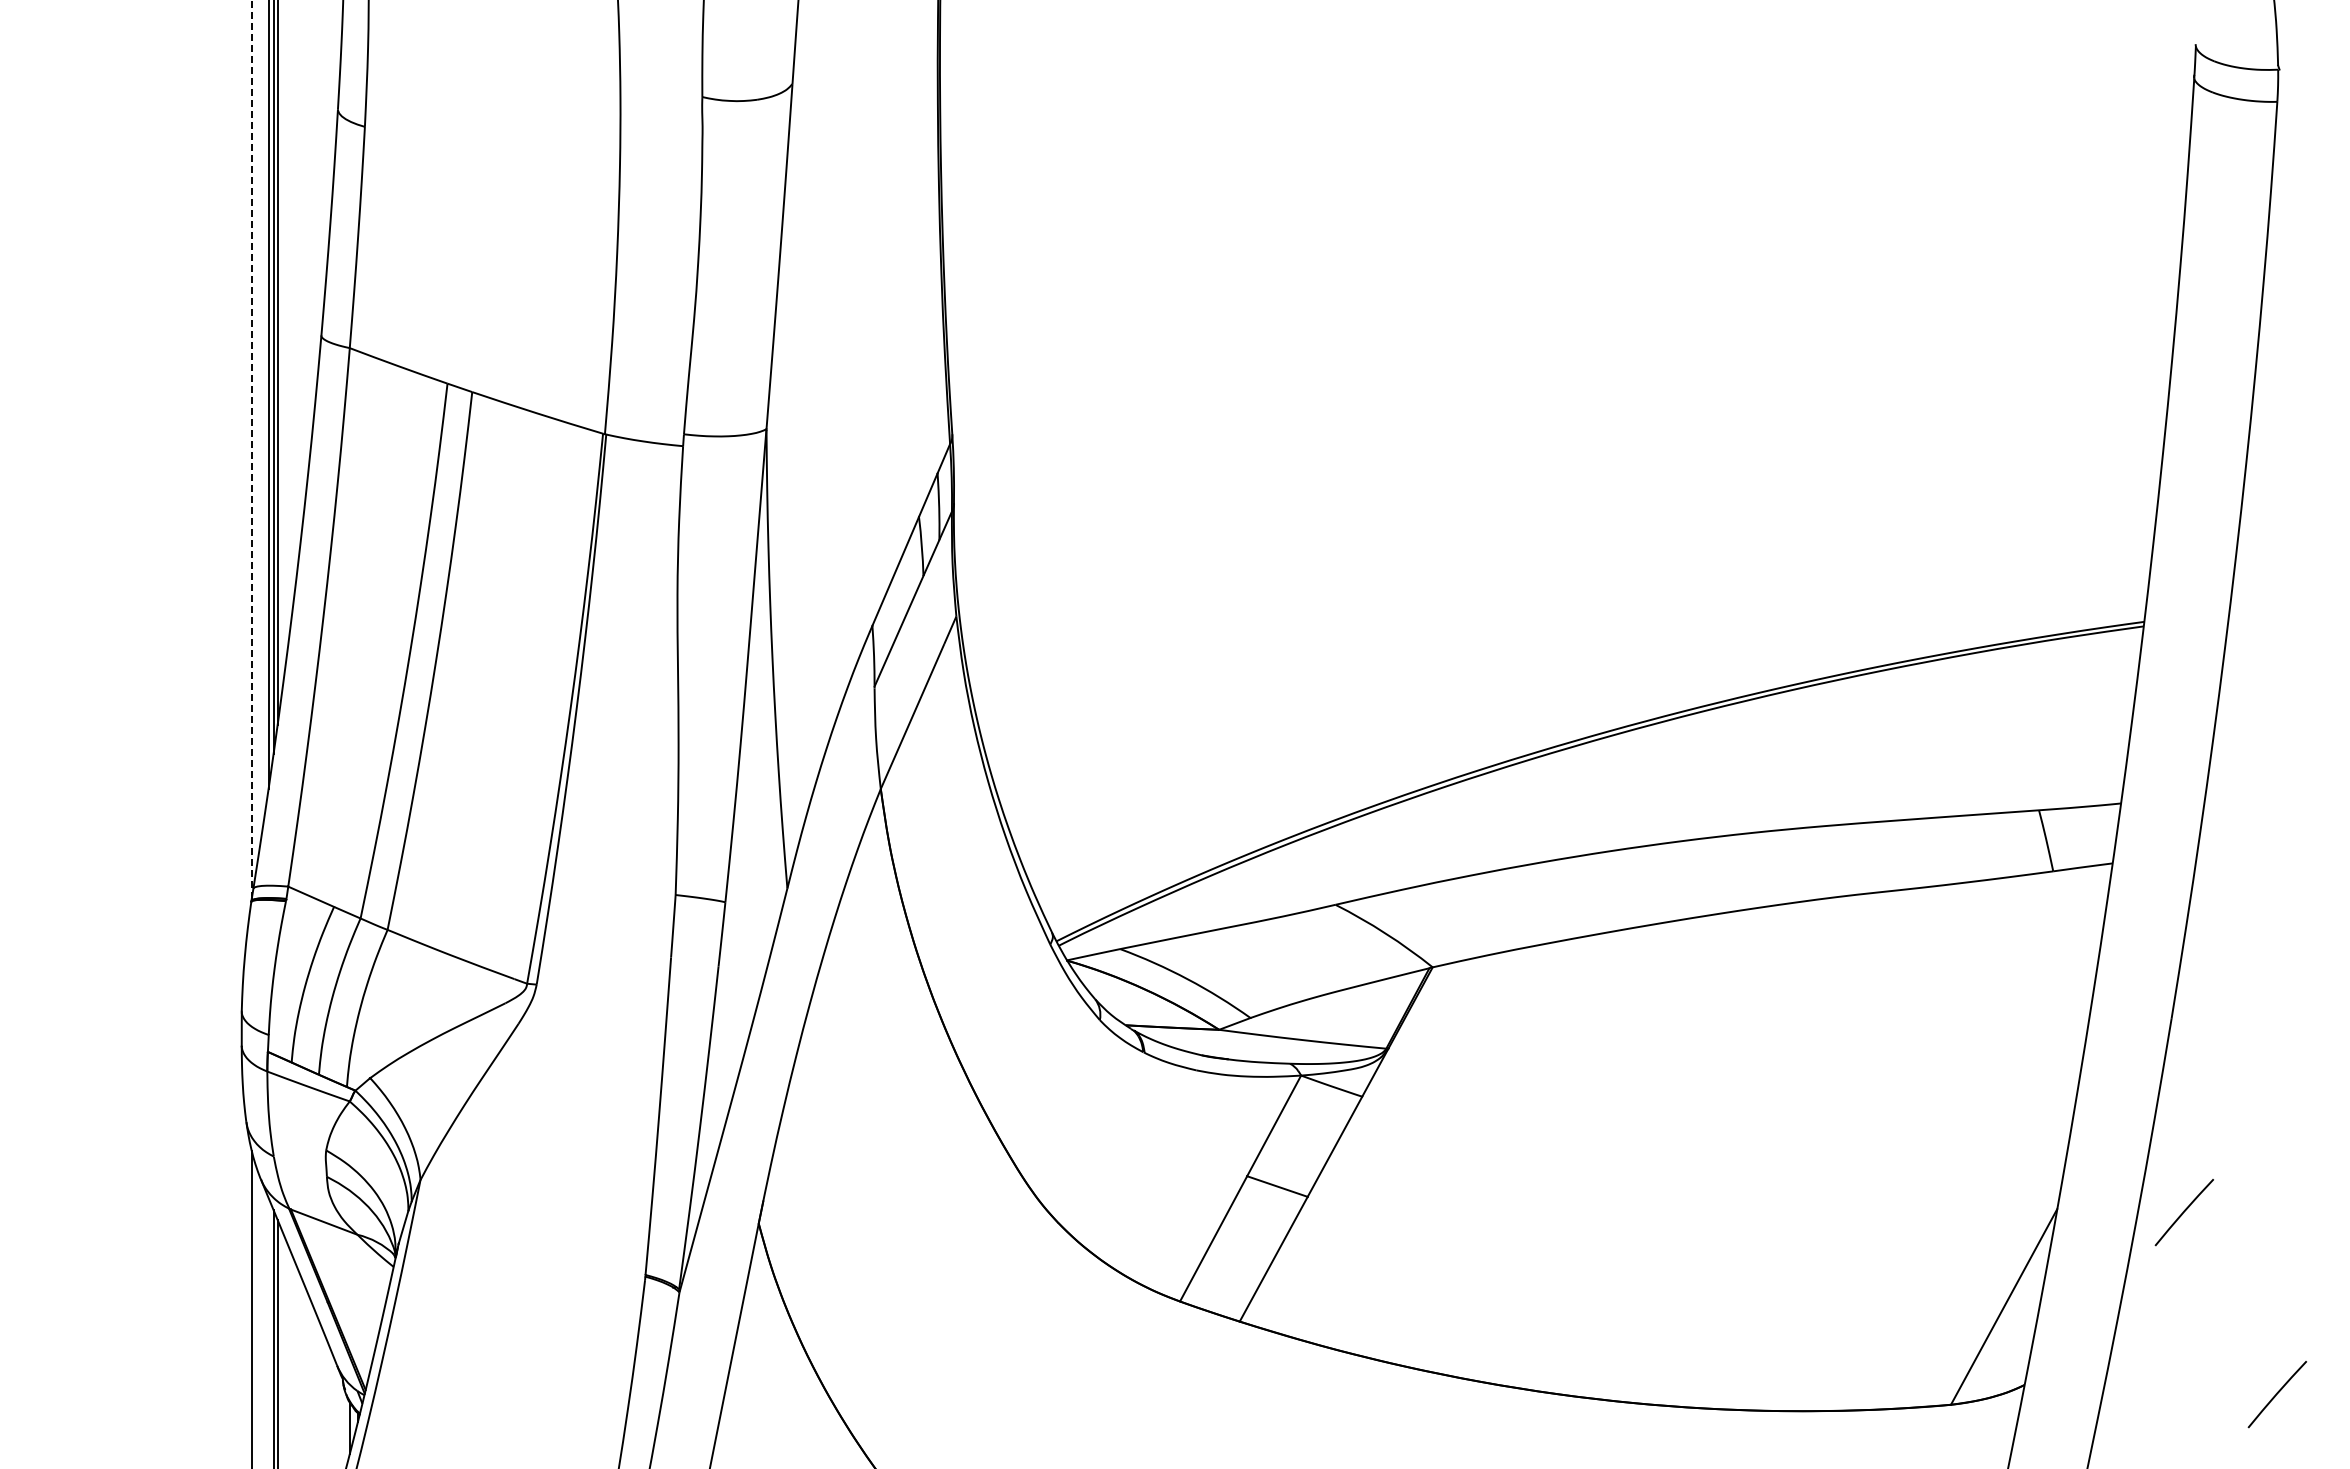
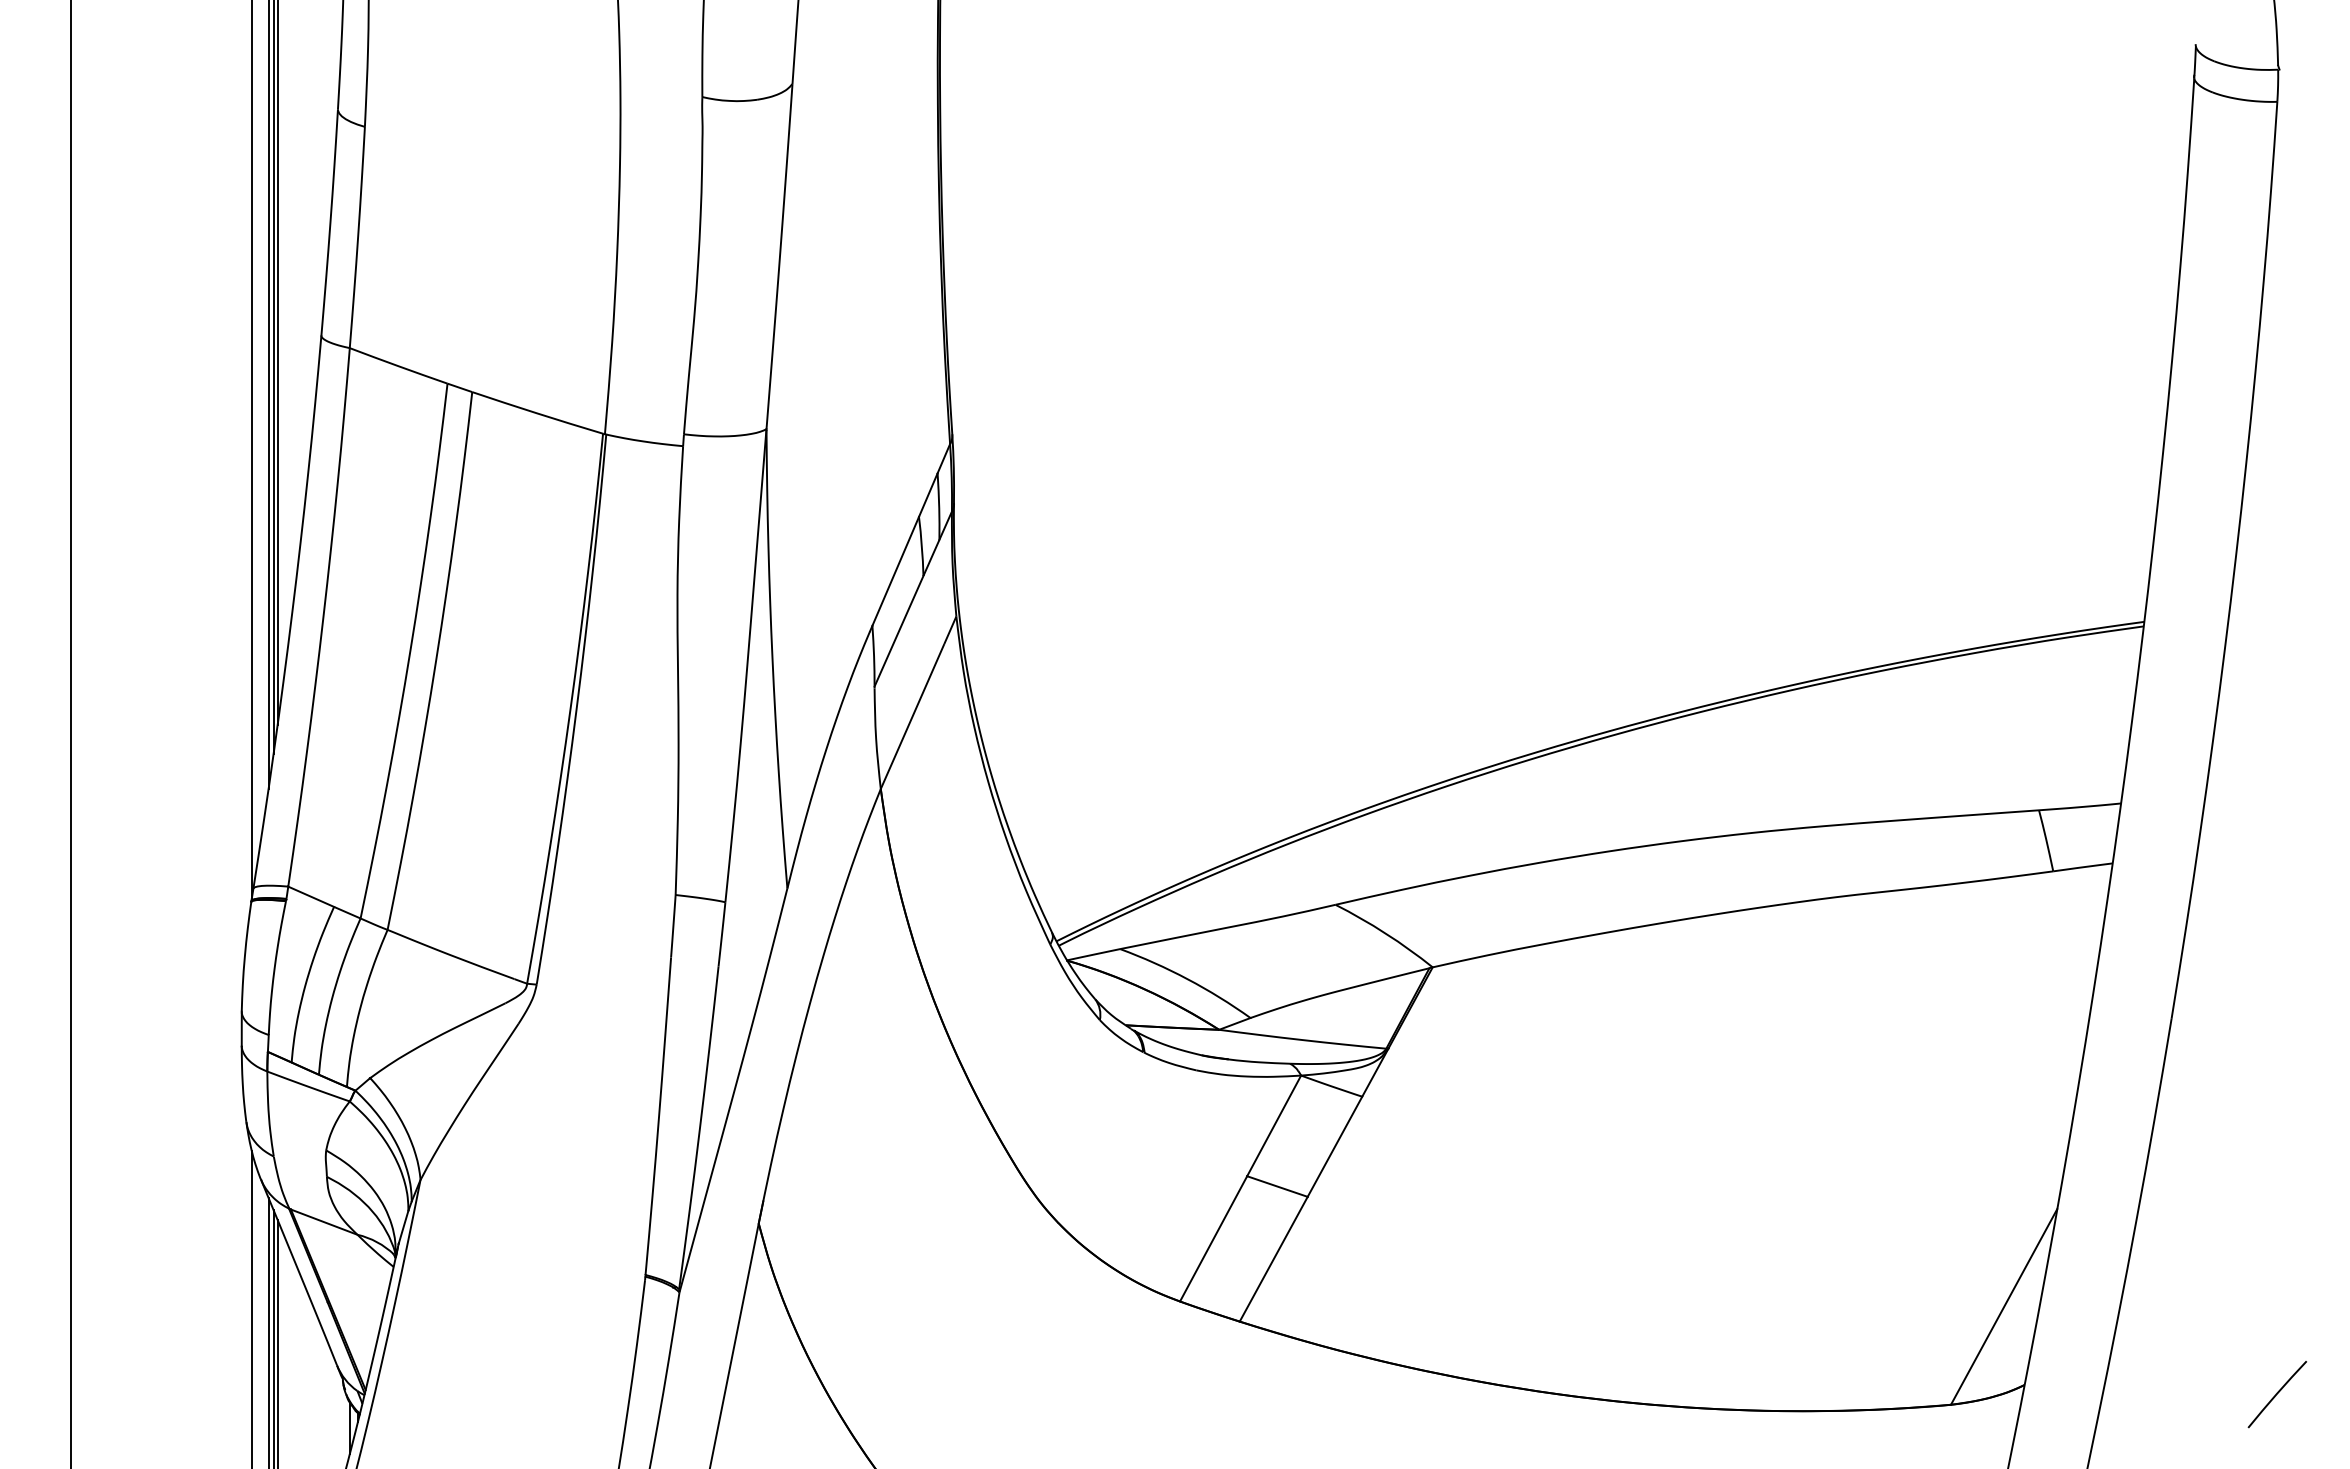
line at (251, 449): dashed -> solid
line at (70, 733): none -> present
line at (2183, 1212): present -> none
line at (268, 1331): none -> present
